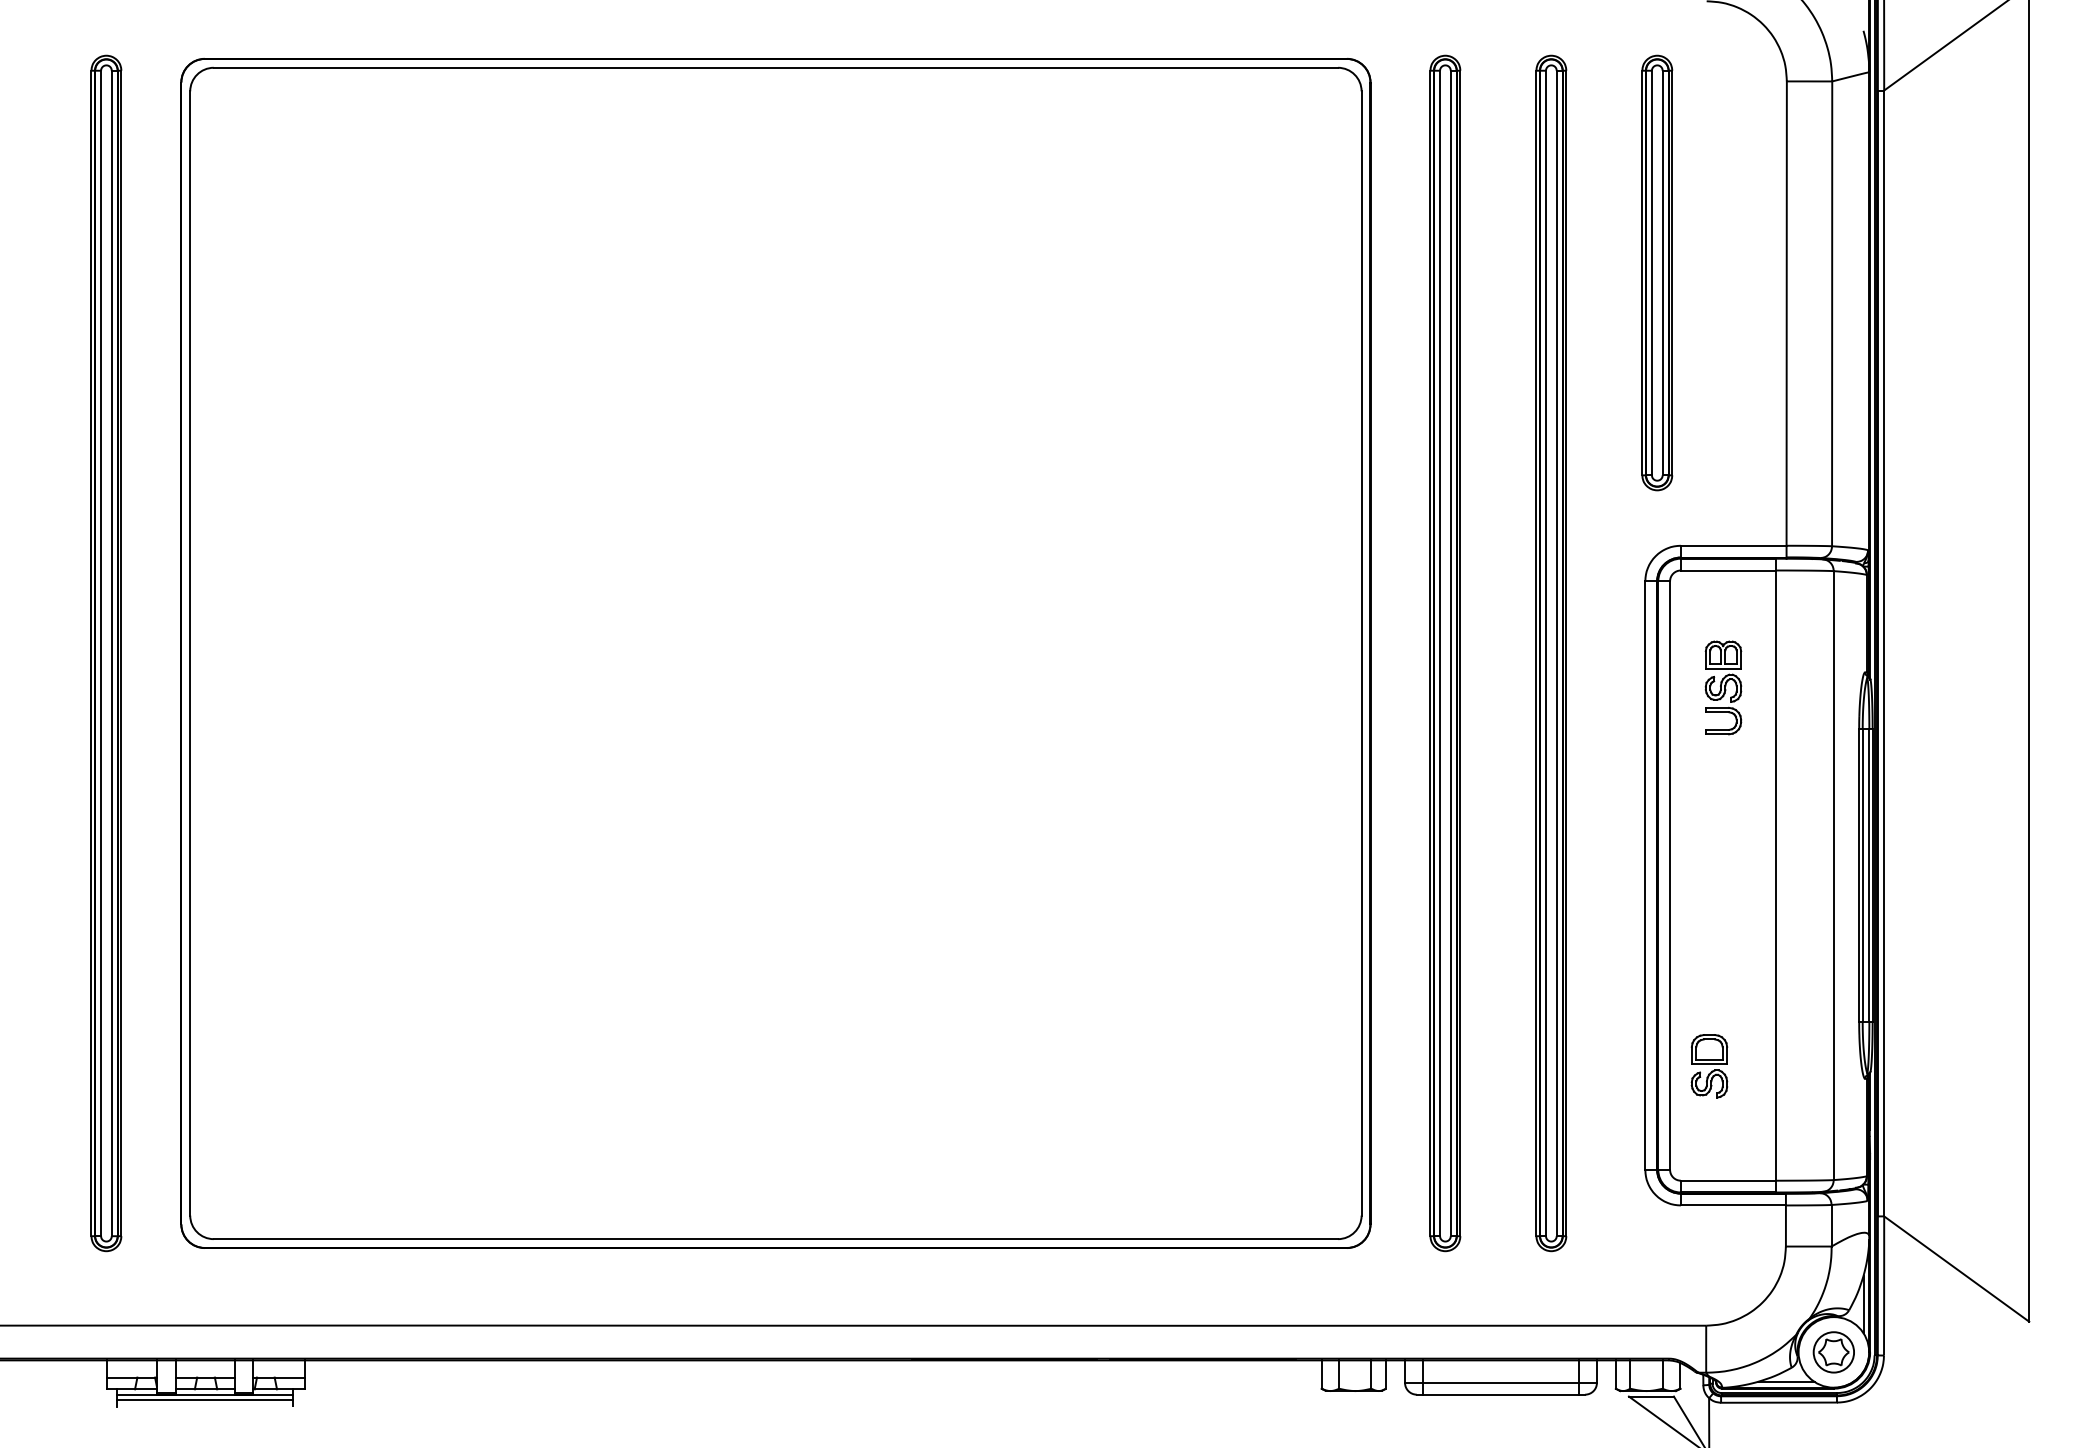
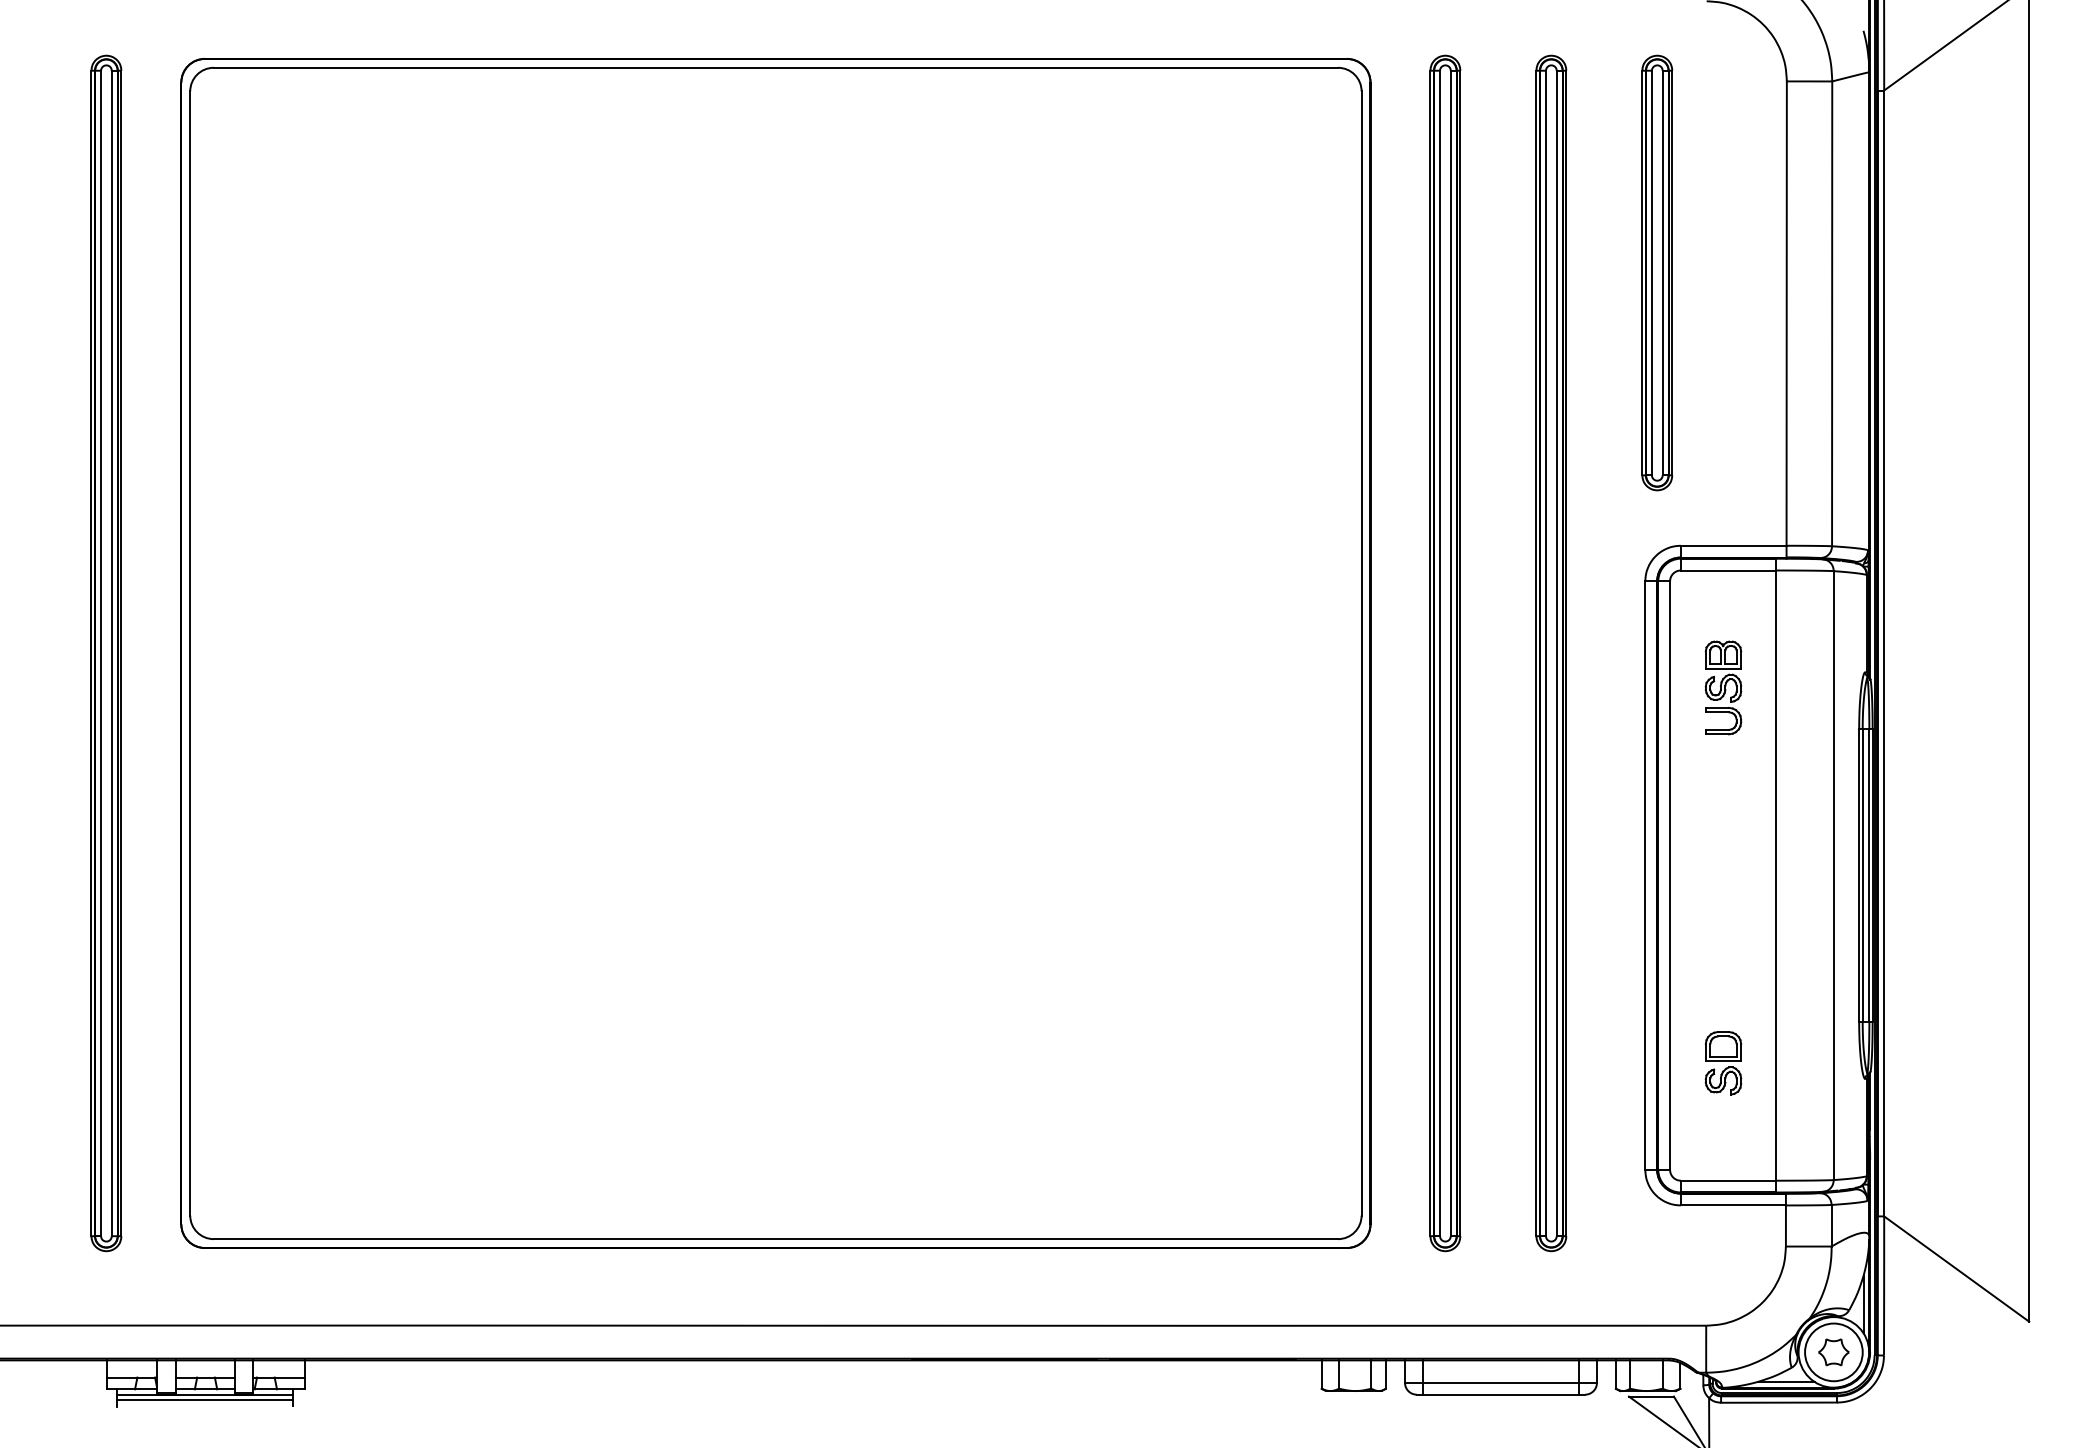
part at (1709, 1066) position: (1709, 1066) -> (1723, 1063)
circle at (1833, 1352) diameter: 40 px -> 58 px
